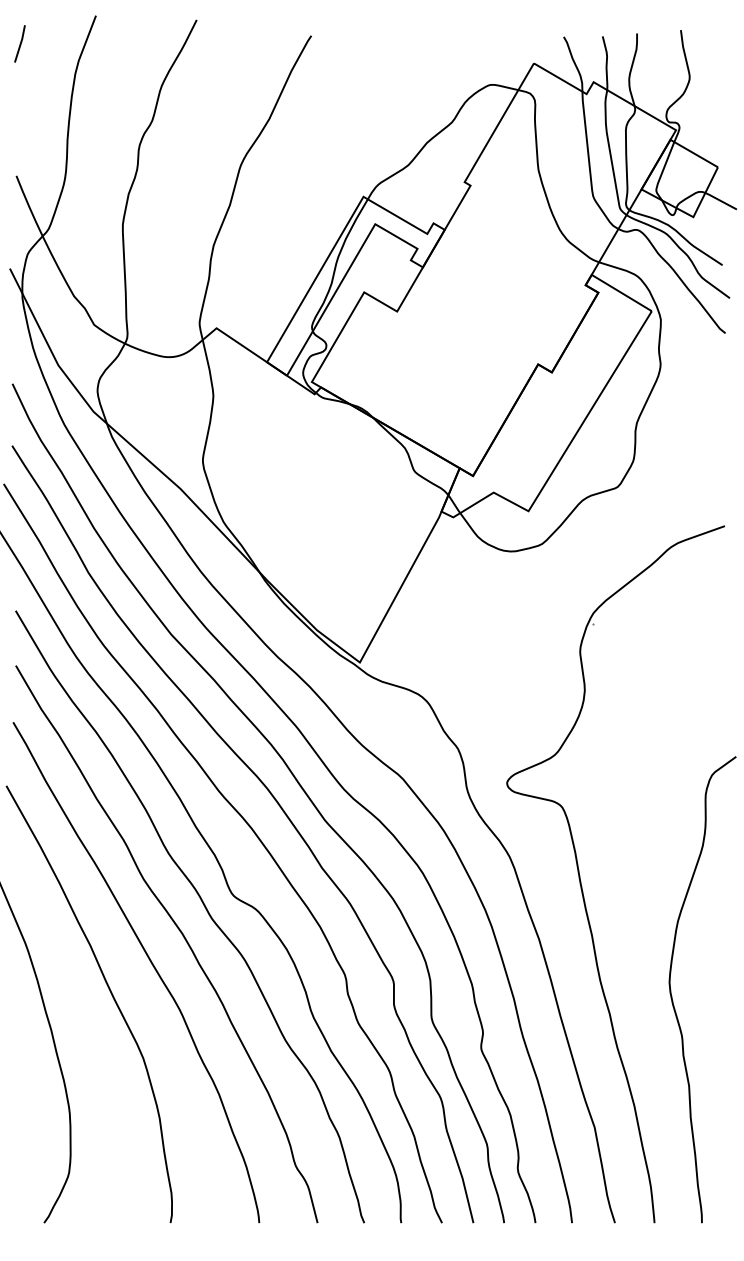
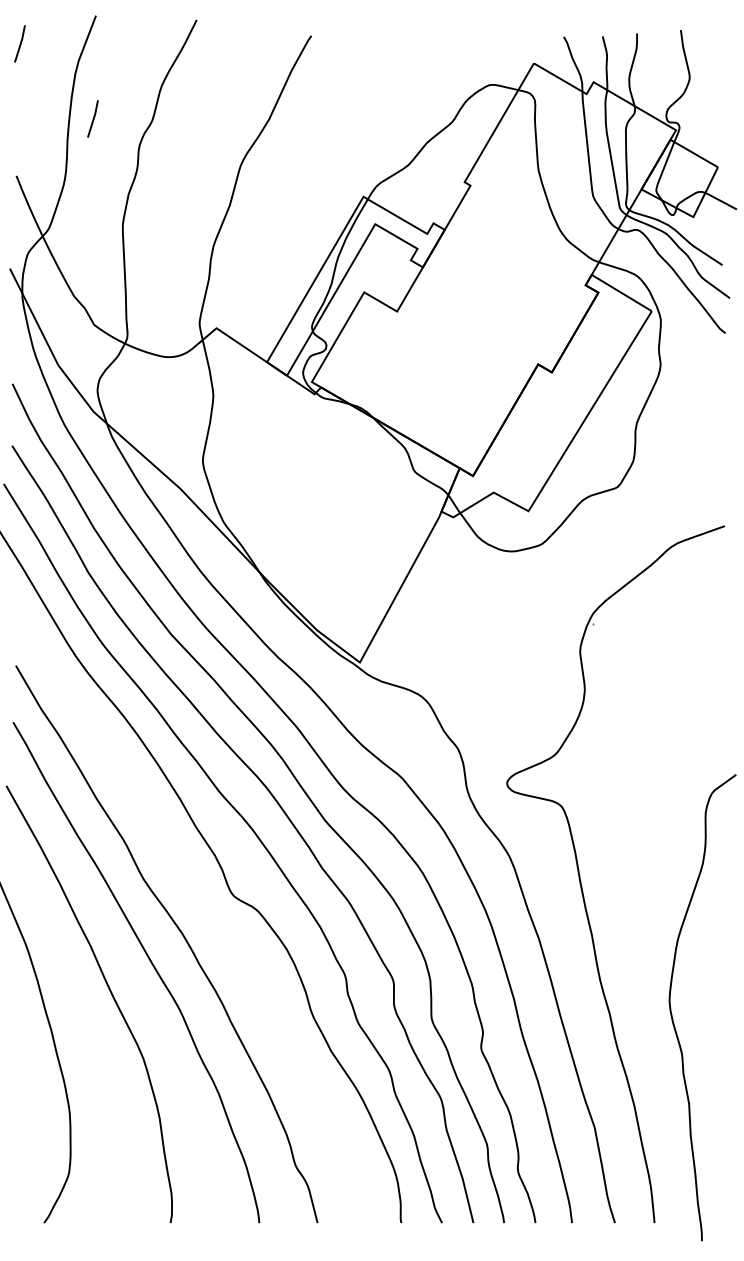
line at (92, 118): none -> present
curve at (205, 909): present -> none
curve at (672, 996) position: (672, 996) -> (672, 1014)
